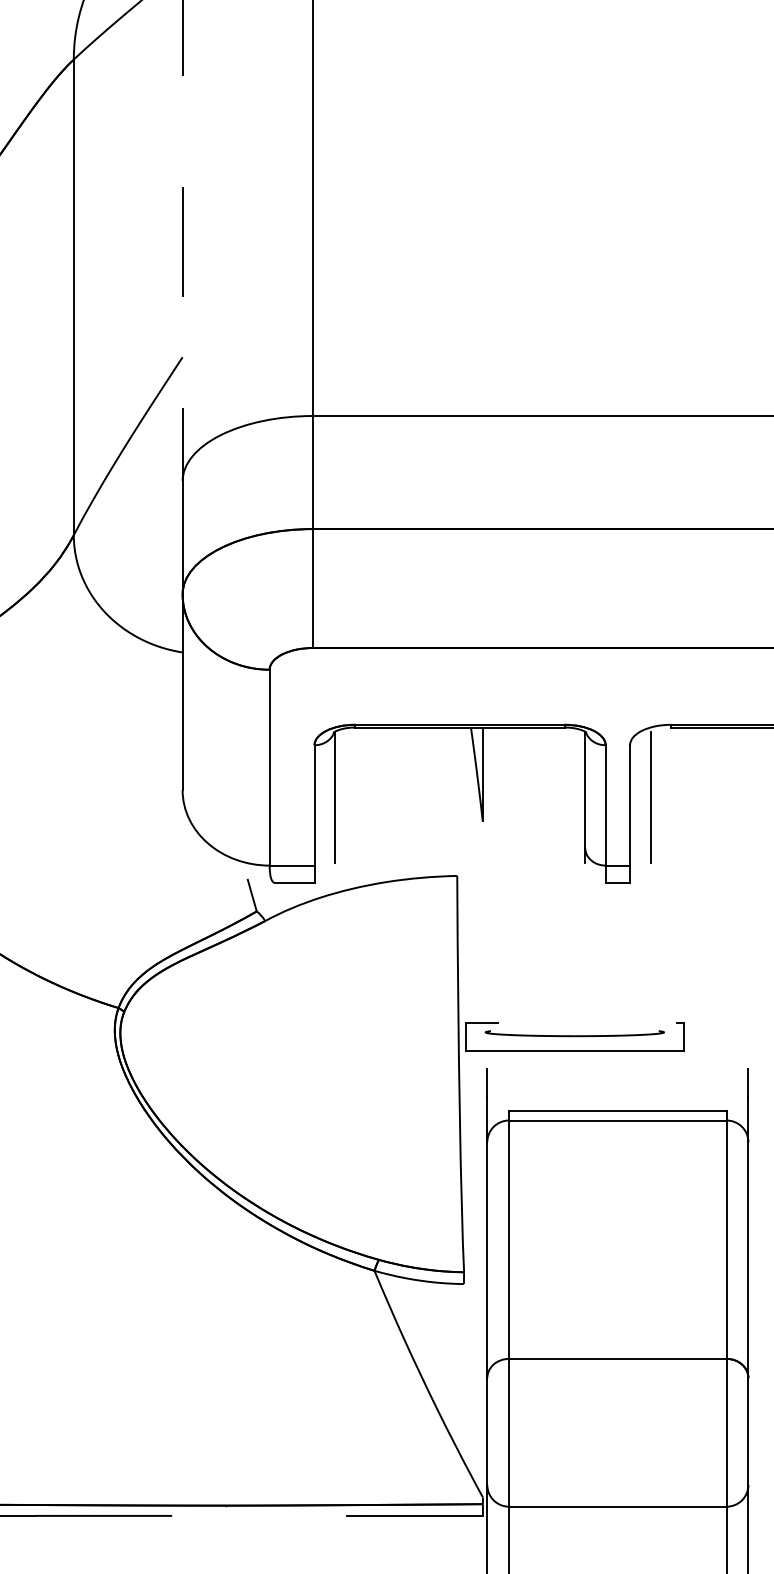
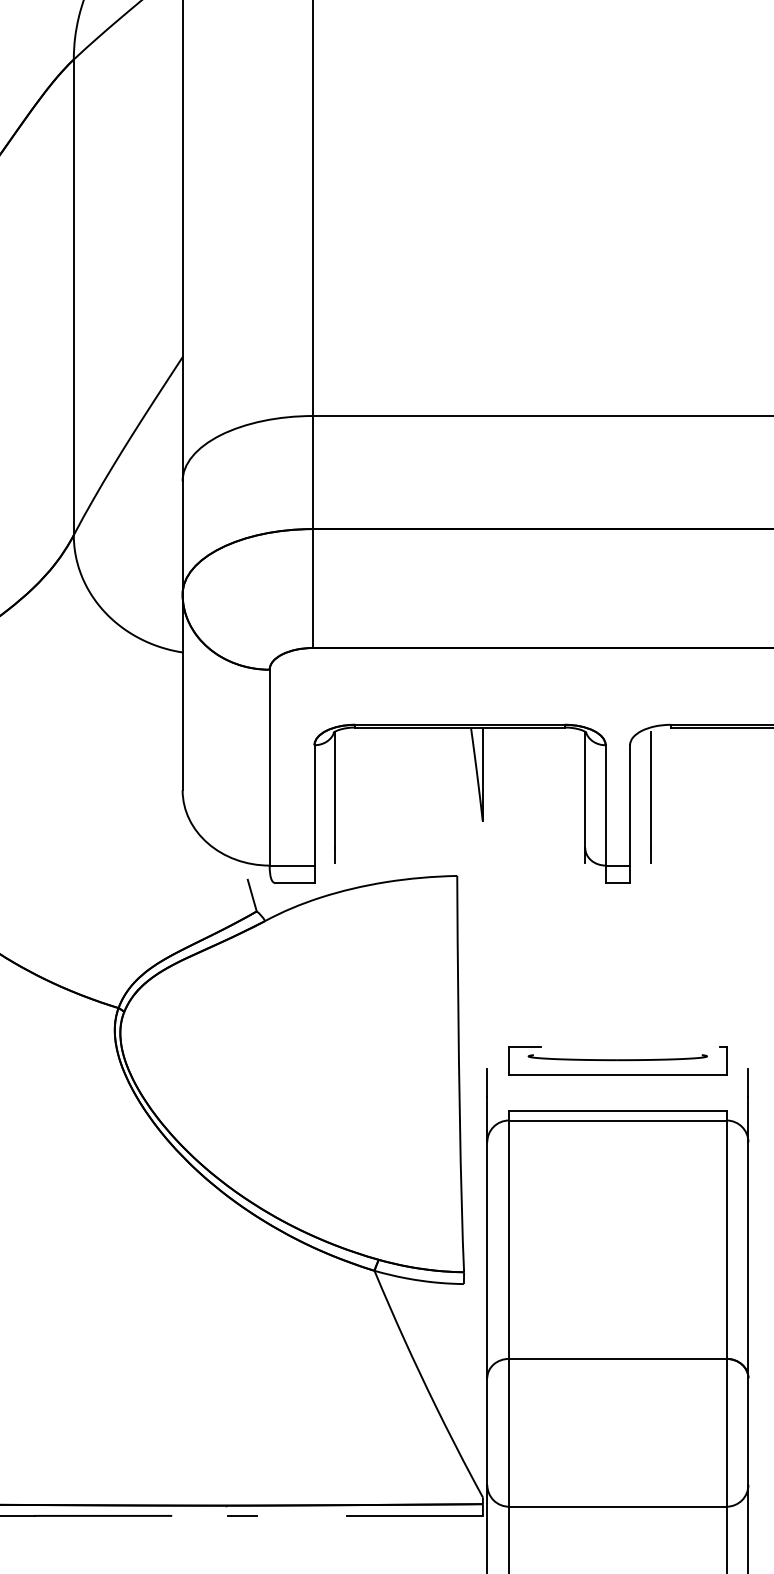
line at (182, 241): dashed -> solid
part at (574, 1036) position: (574, 1036) -> (617, 1060)
line at (242, 1515): none -> present
